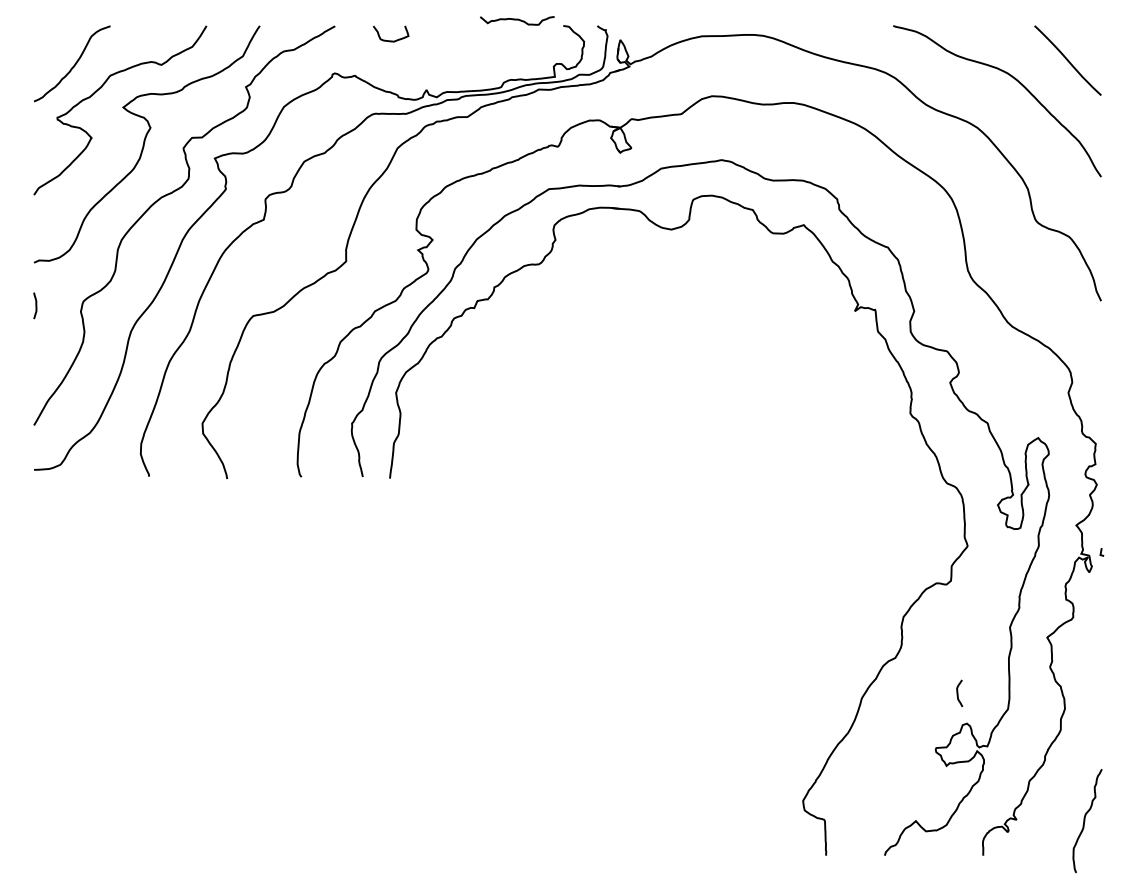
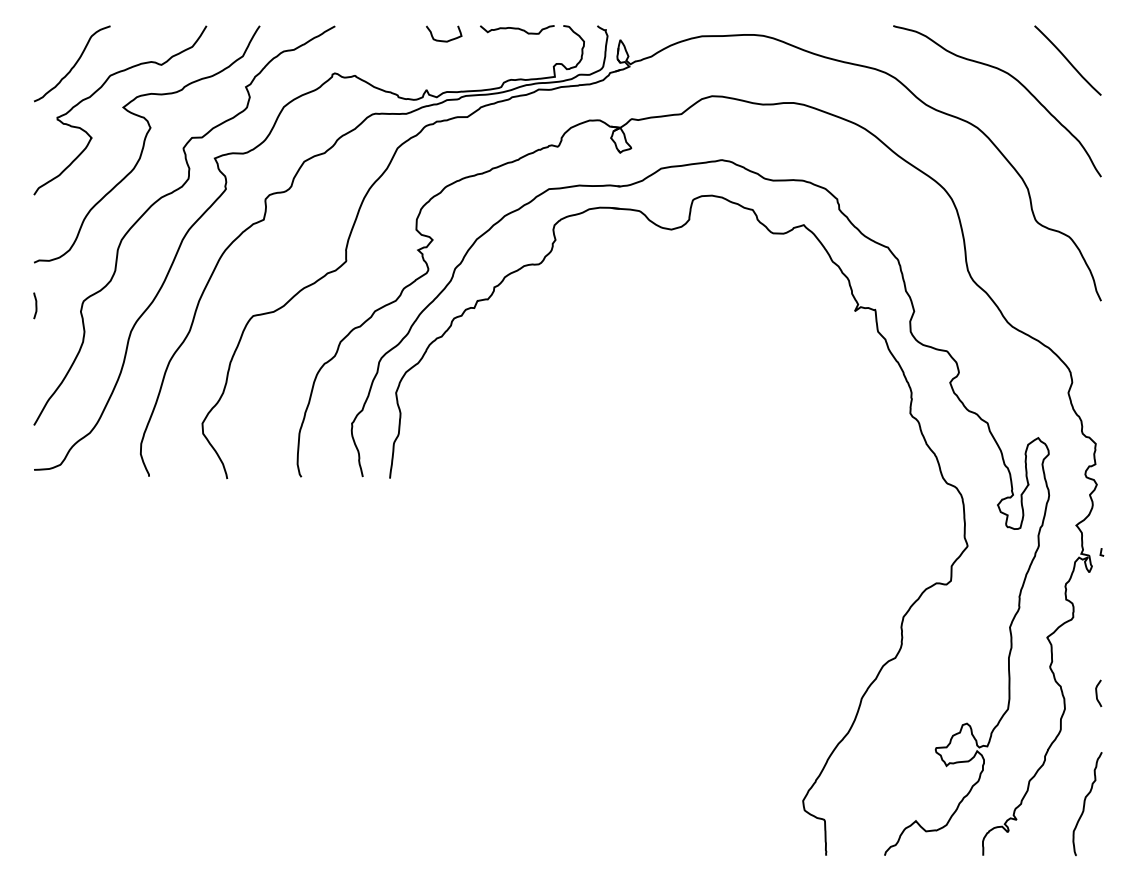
curve at (517, 20) position: (517, 20) -> (517, 29)
curve at (391, 40) position: (391, 40) -> (444, 40)
curve at (958, 693) position: (958, 693) -> (1097, 693)
curve at (1085, 820) position: (1085, 820) -> (1085, 803)
